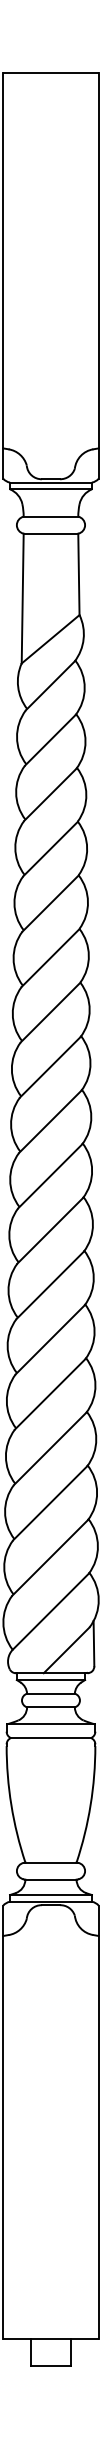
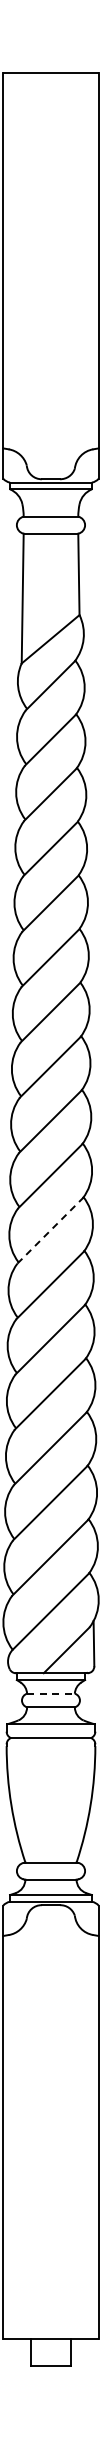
line at (50, 1230): solid -> dashed
line at (51, 1693): solid -> dashed
